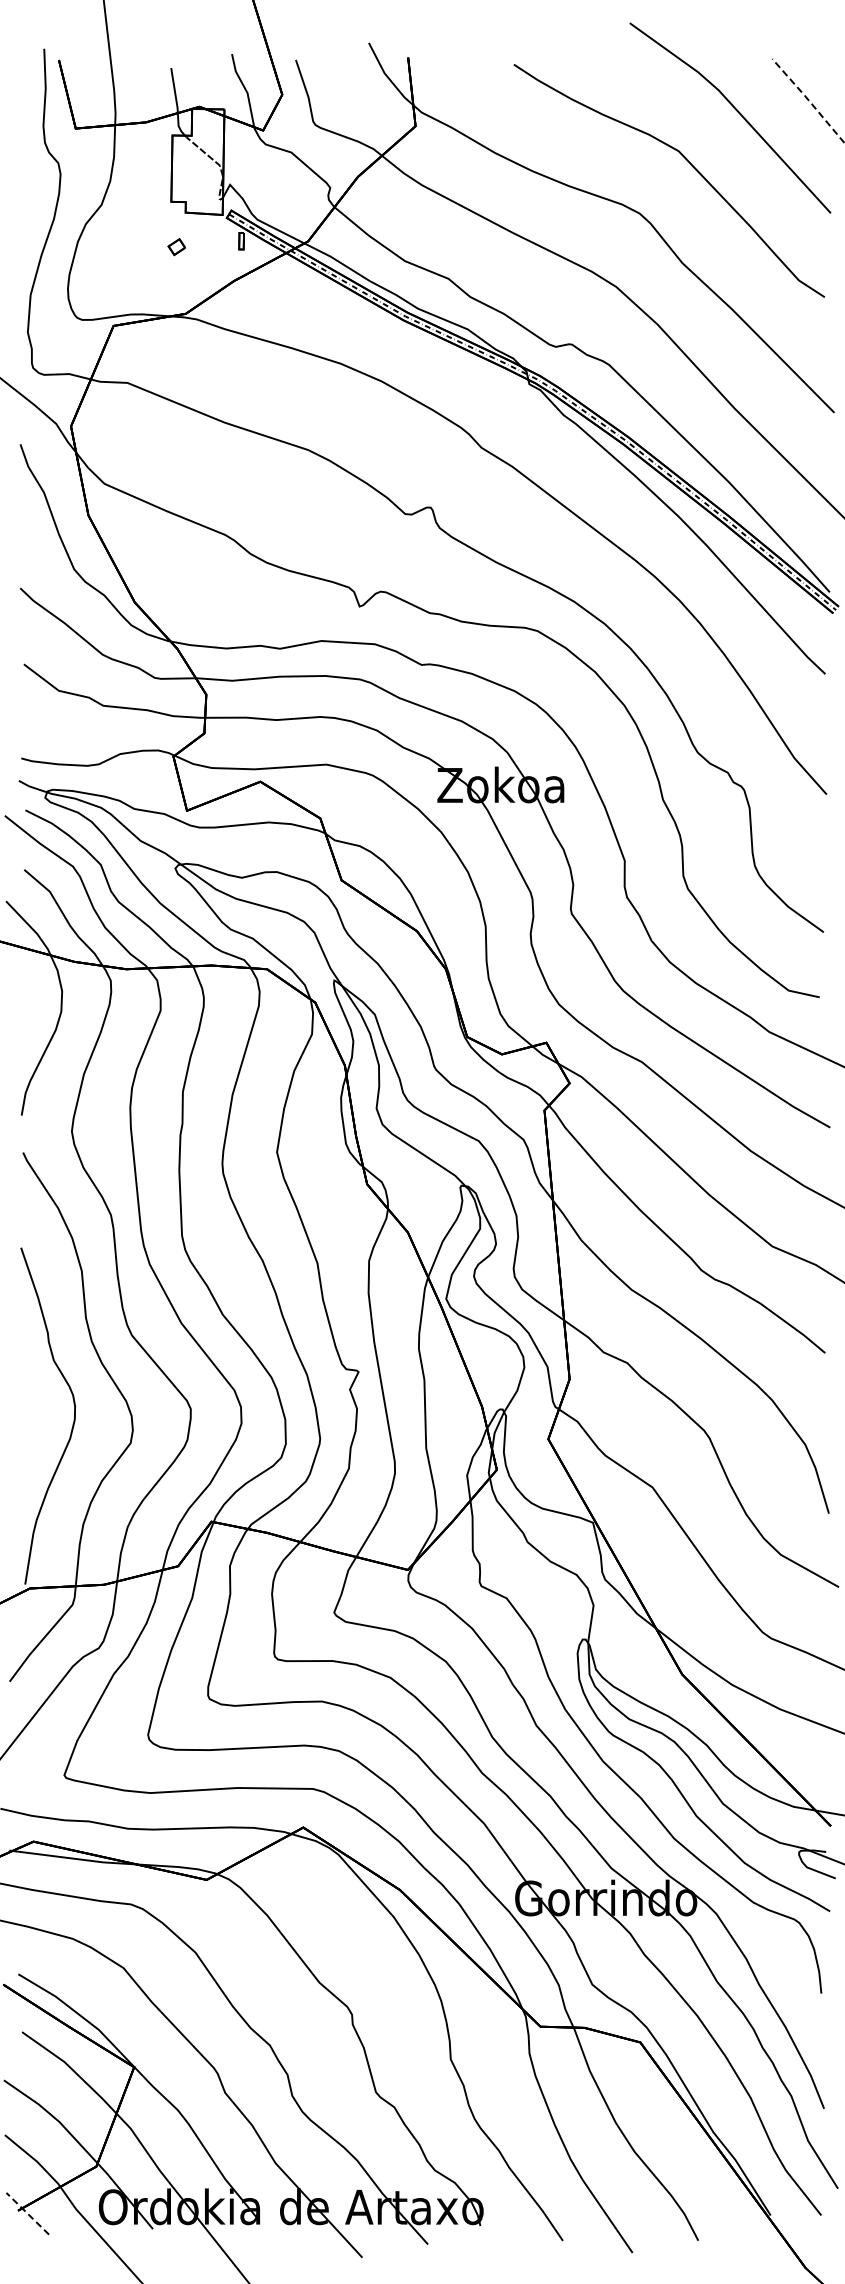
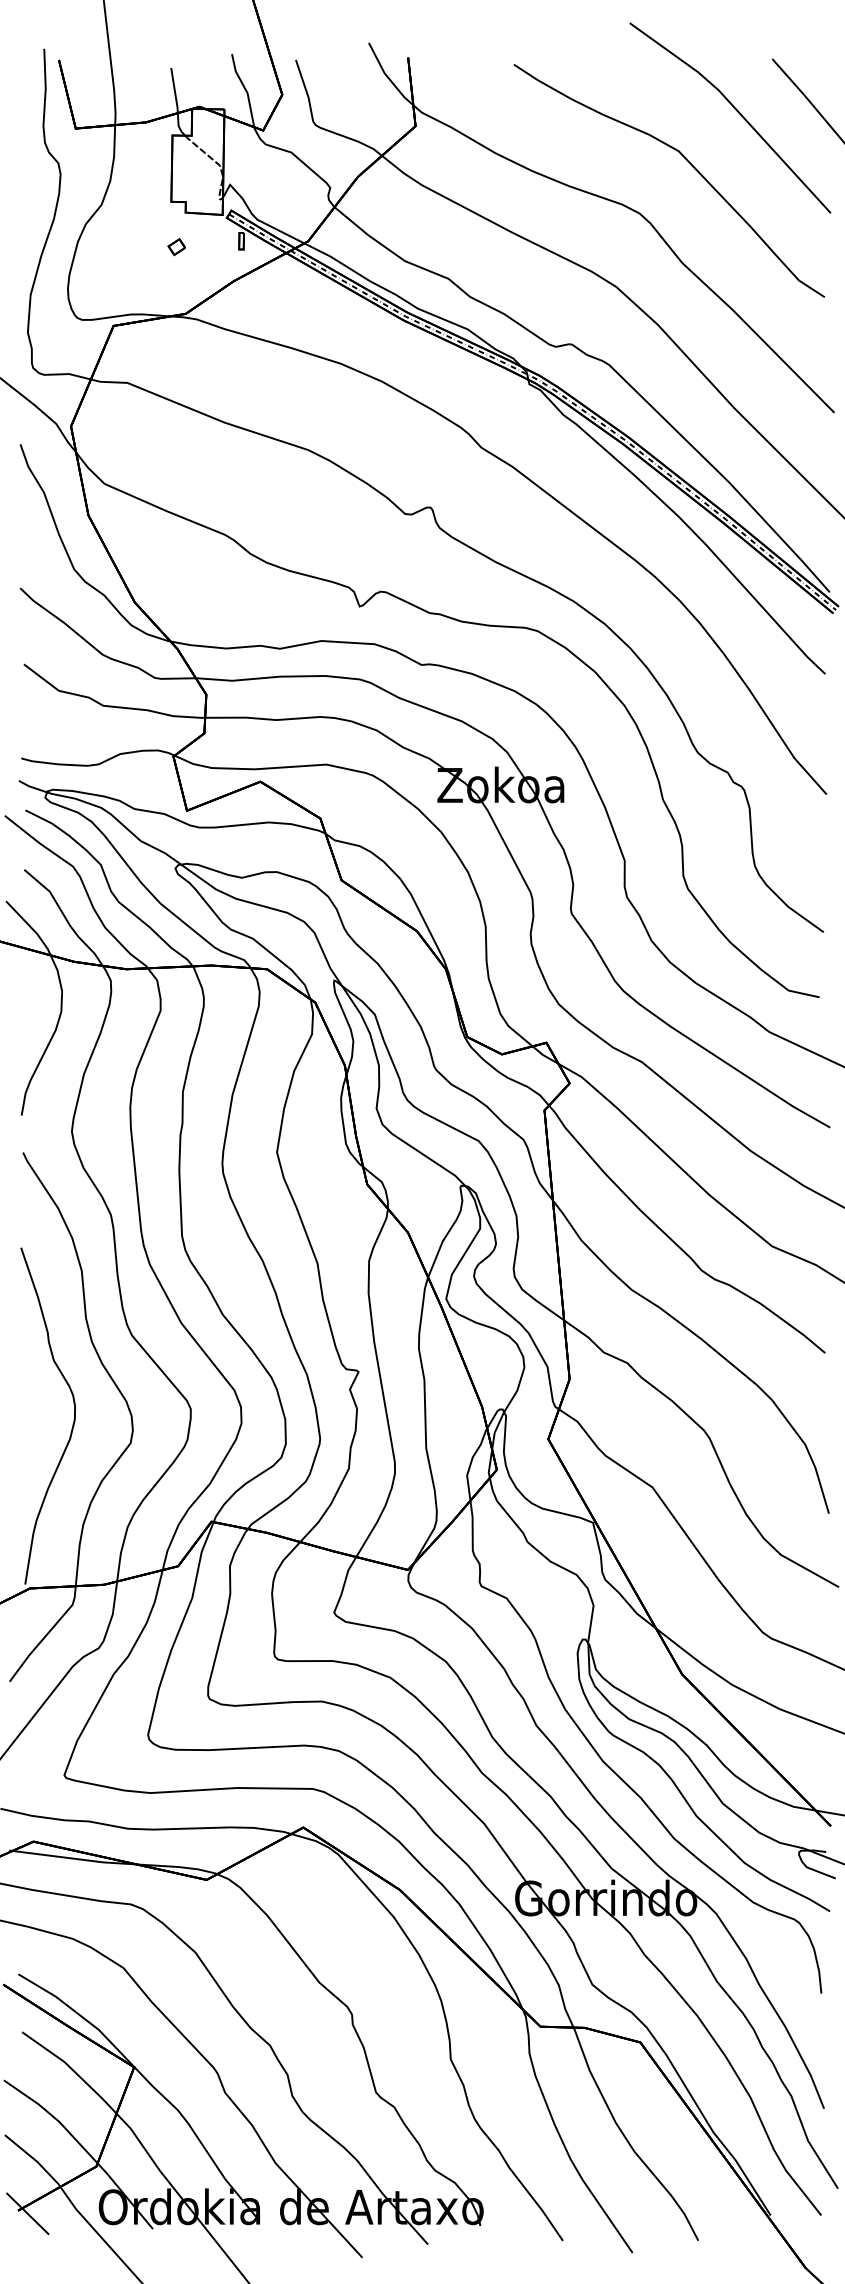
line at (808, 99): dashed -> solid
line at (27, 2213): dashed -> solid
